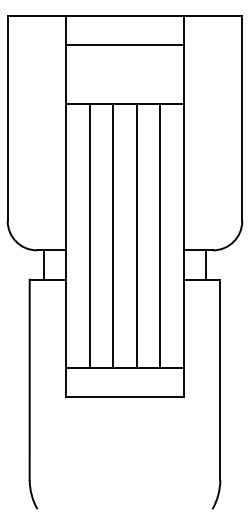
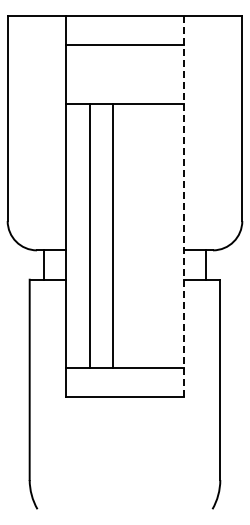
line at (183, 206): solid -> dashed
line at (136, 235): present -> none
line at (160, 235): present -> none
